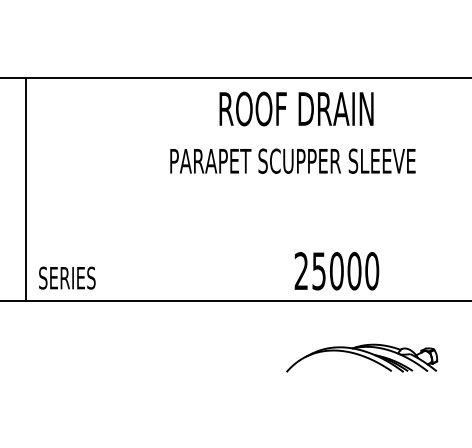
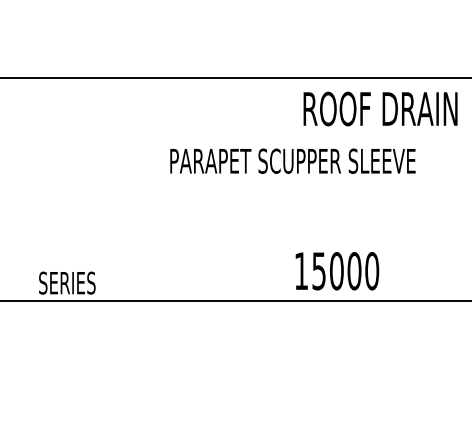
text at (296, 108) position: (296, 108) -> (380, 108)
line at (25, 188): present -> none
text at (300, 270): 25000 -> 15000
text at (67, 277) position: (67, 277) -> (67, 282)
part at (362, 357): present -> none
